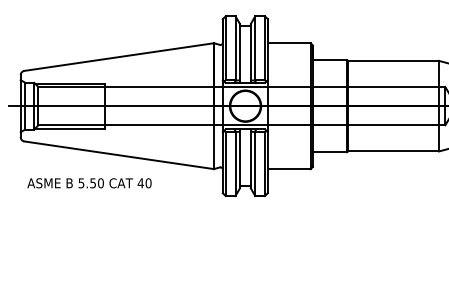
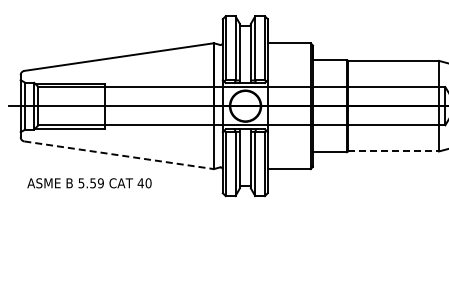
line at (394, 151): solid -> dashed
line at (119, 155): solid -> dashed
text at (100, 183): 5.50 -> 5.59
